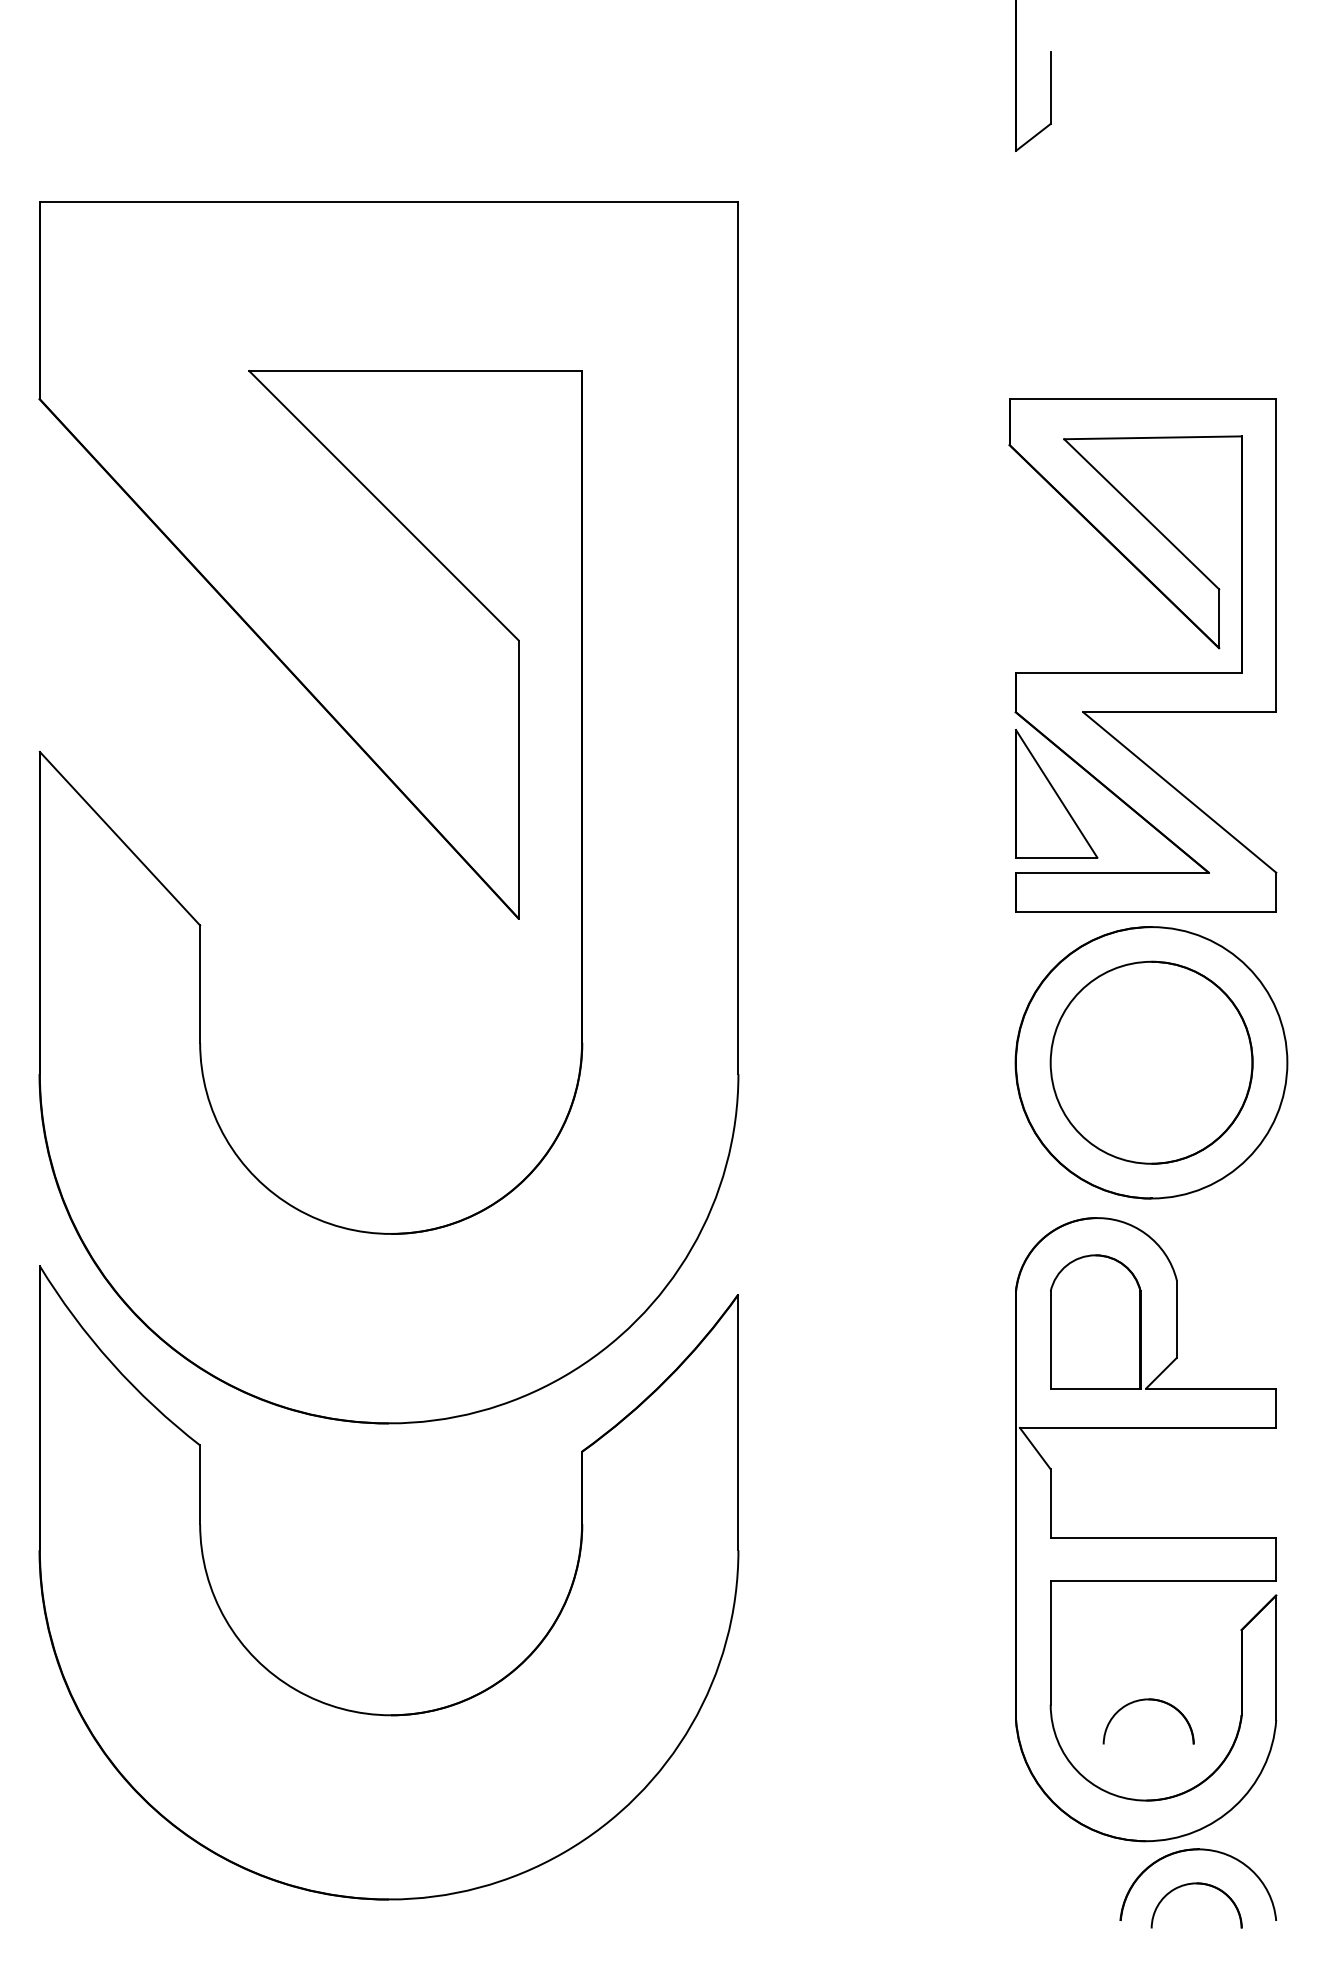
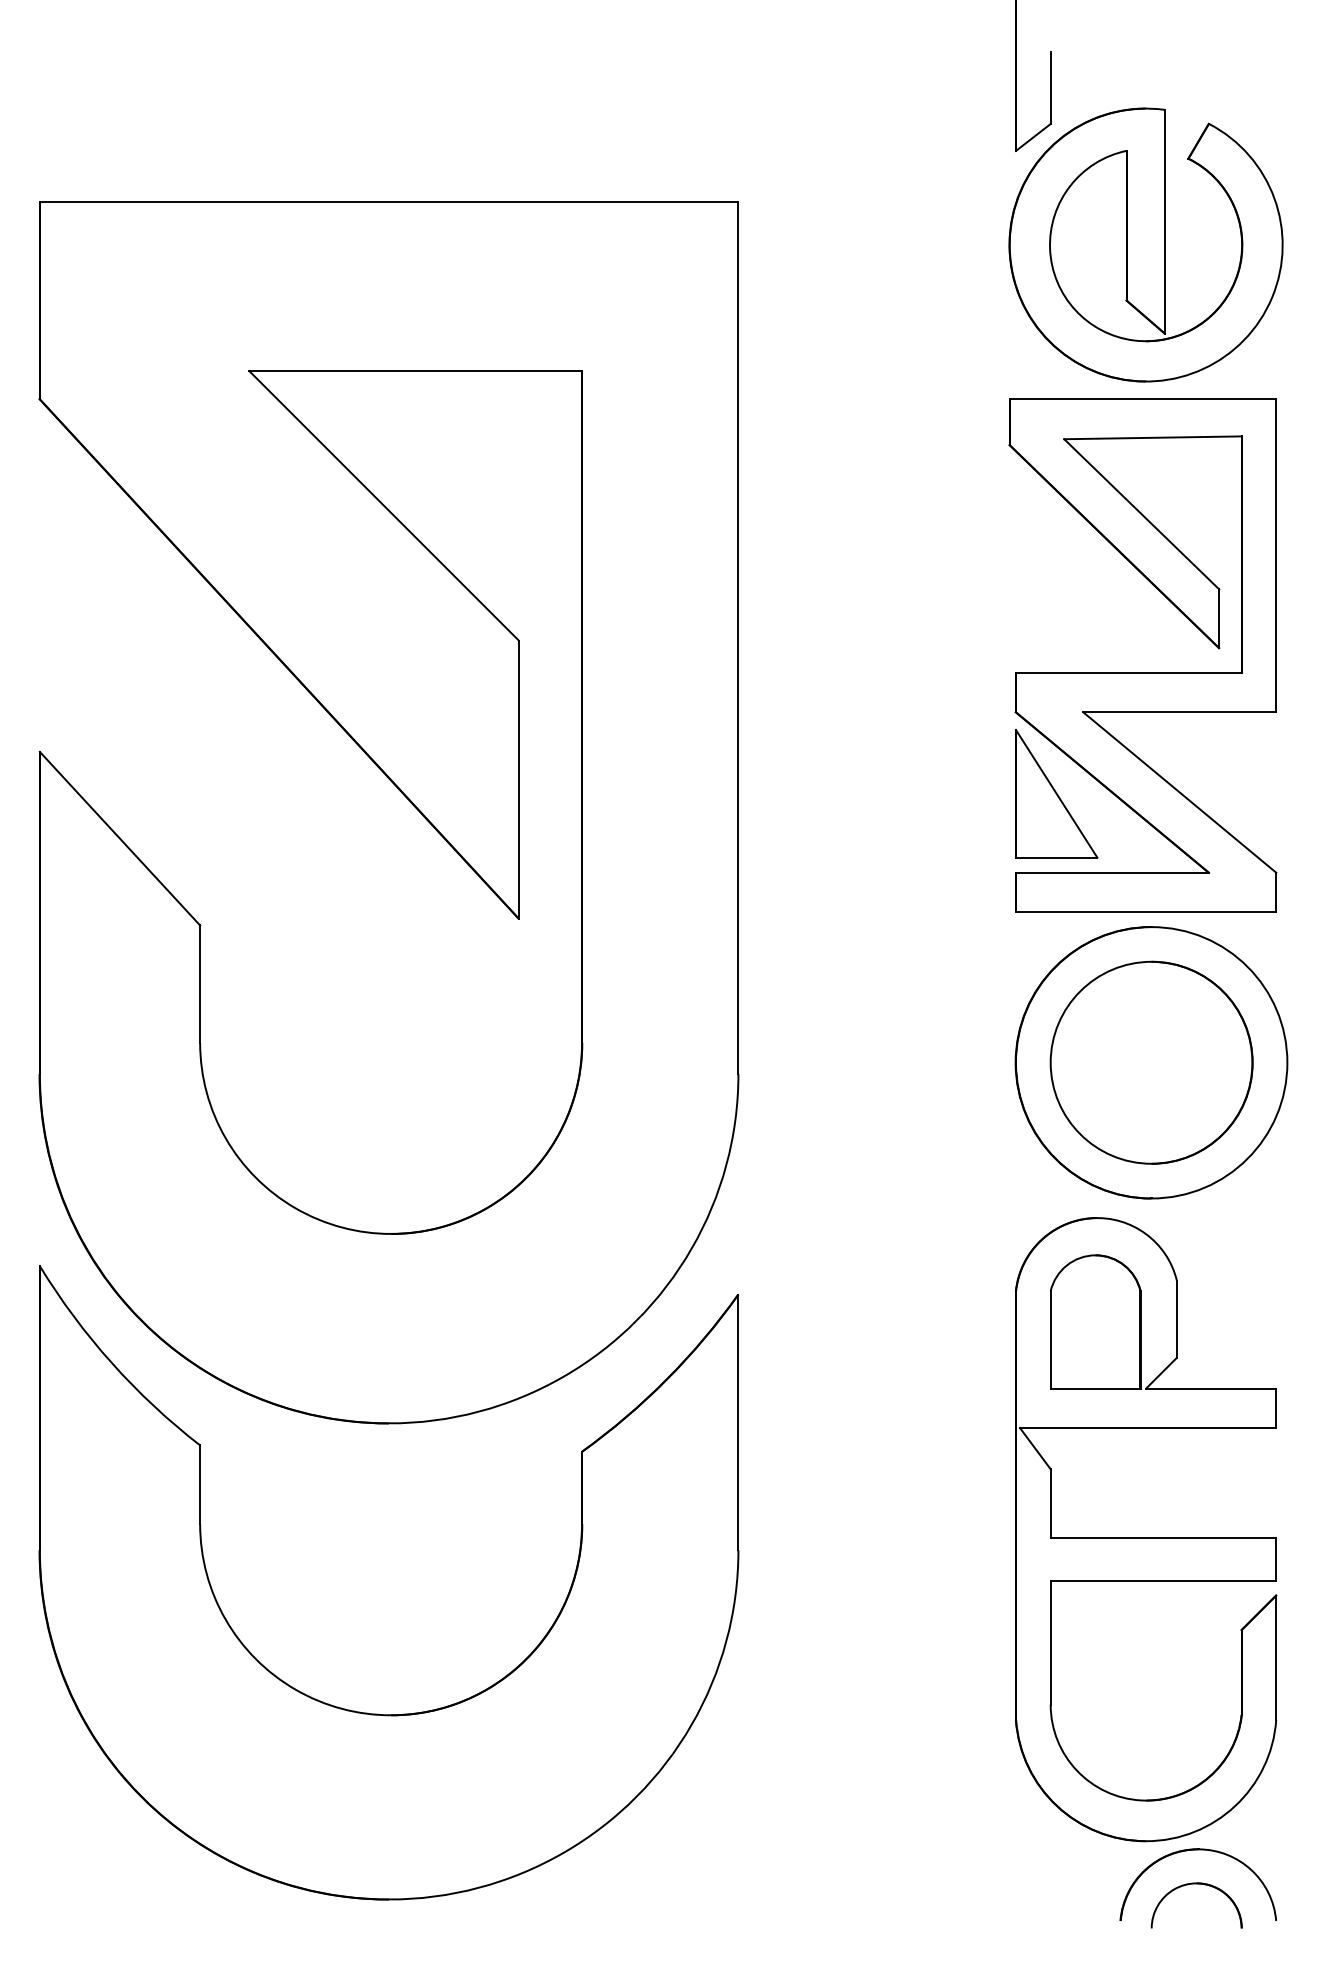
part at (1145, 244): none -> present
part at (1148, 1700): present -> none
